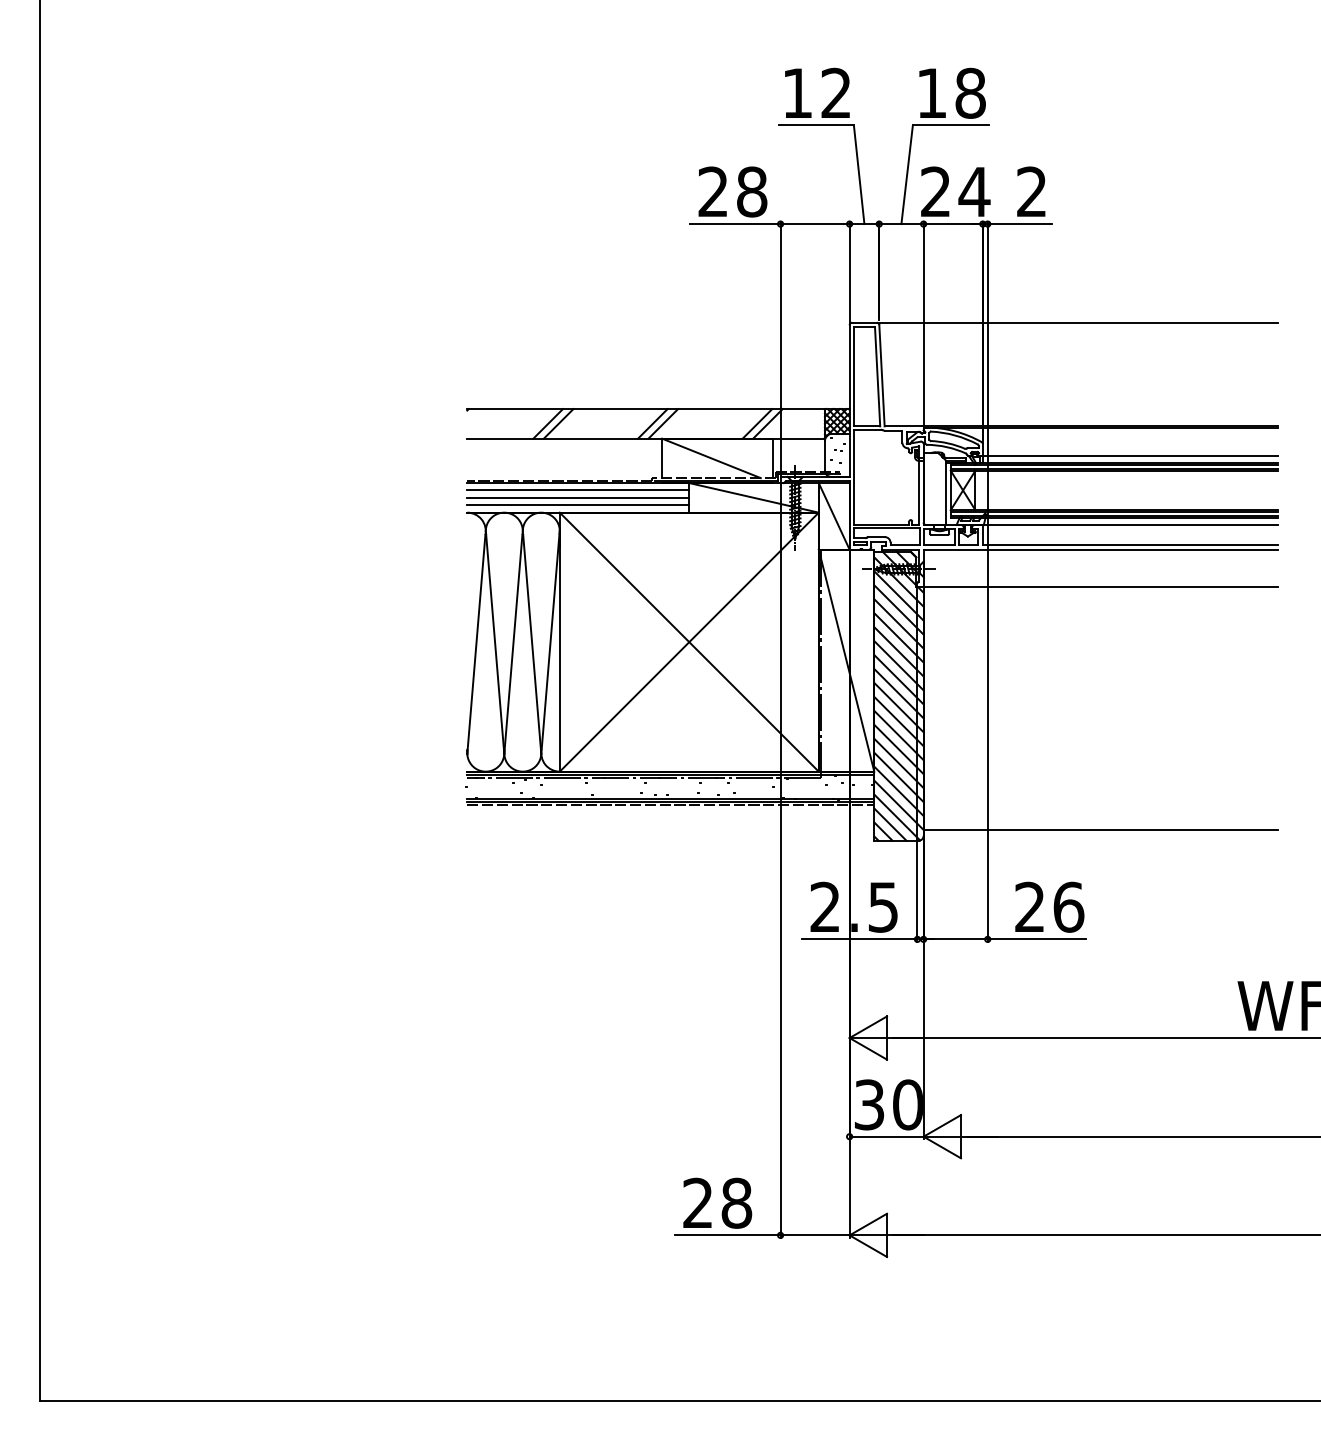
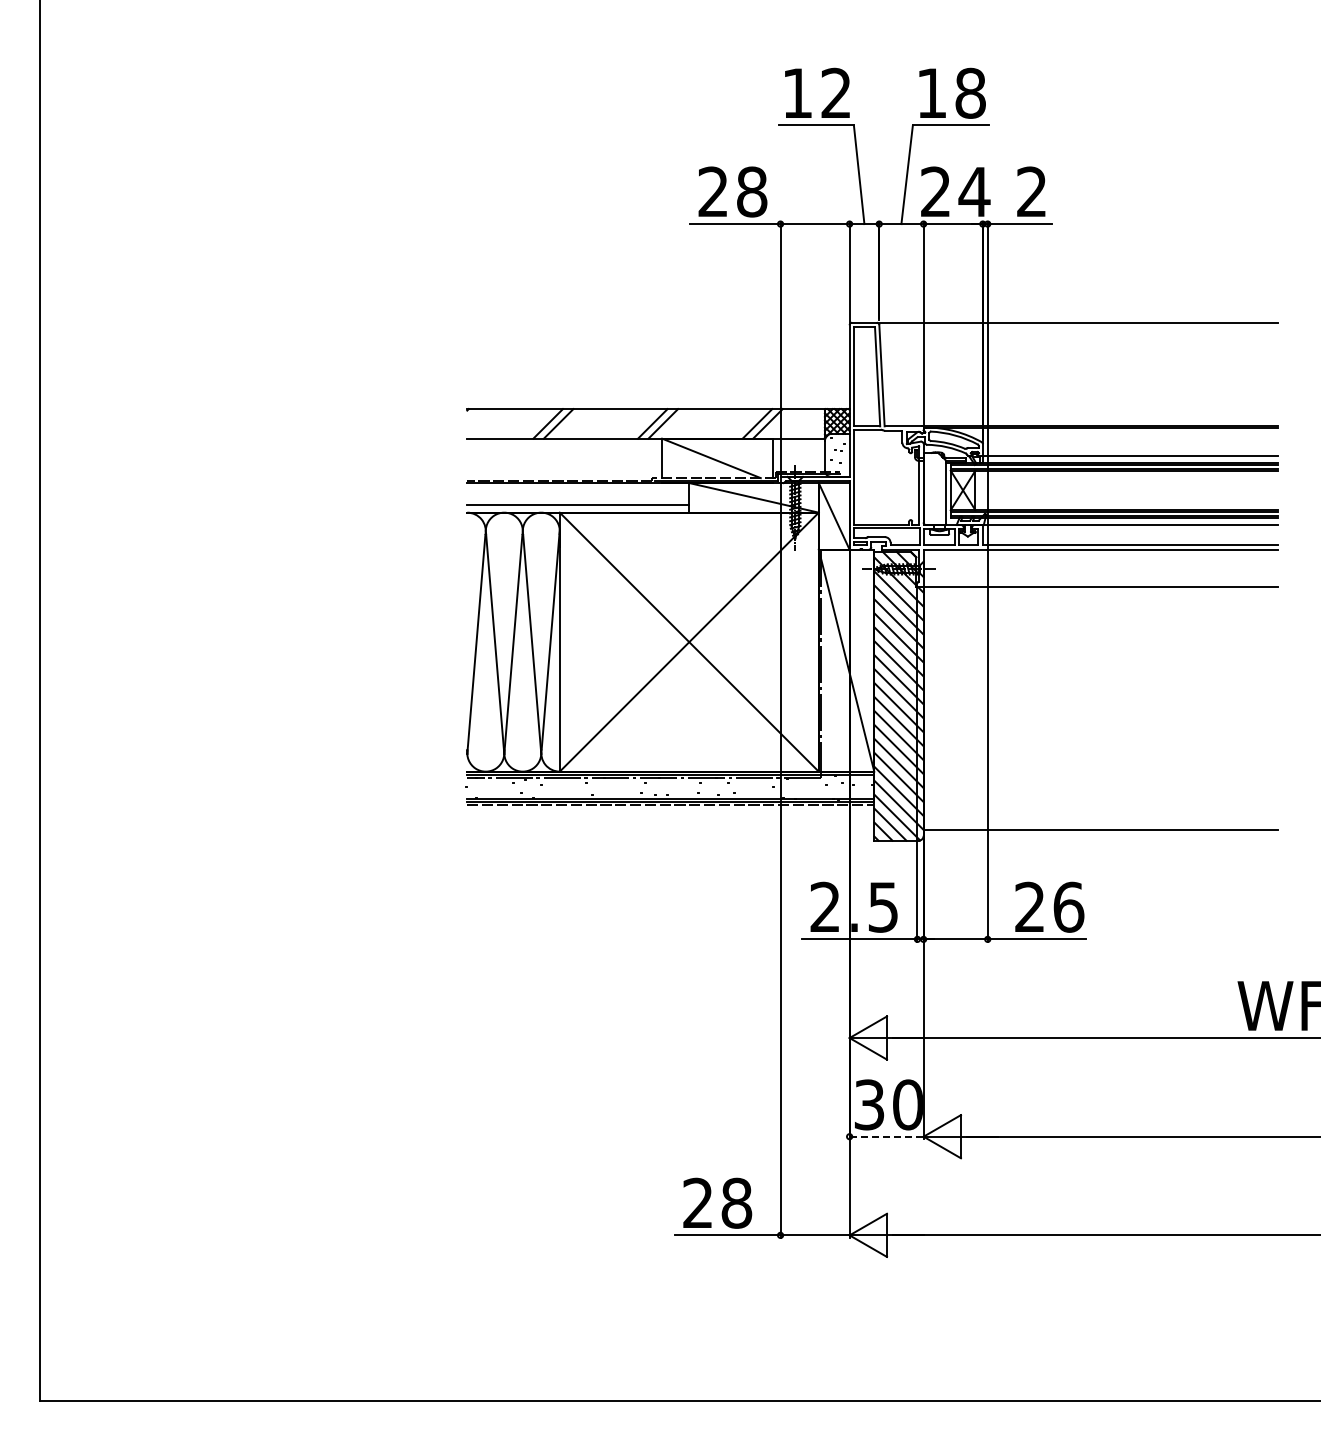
line at (578, 490): present -> none
line at (578, 497): present -> none
line at (886, 1136): solid -> dashed
